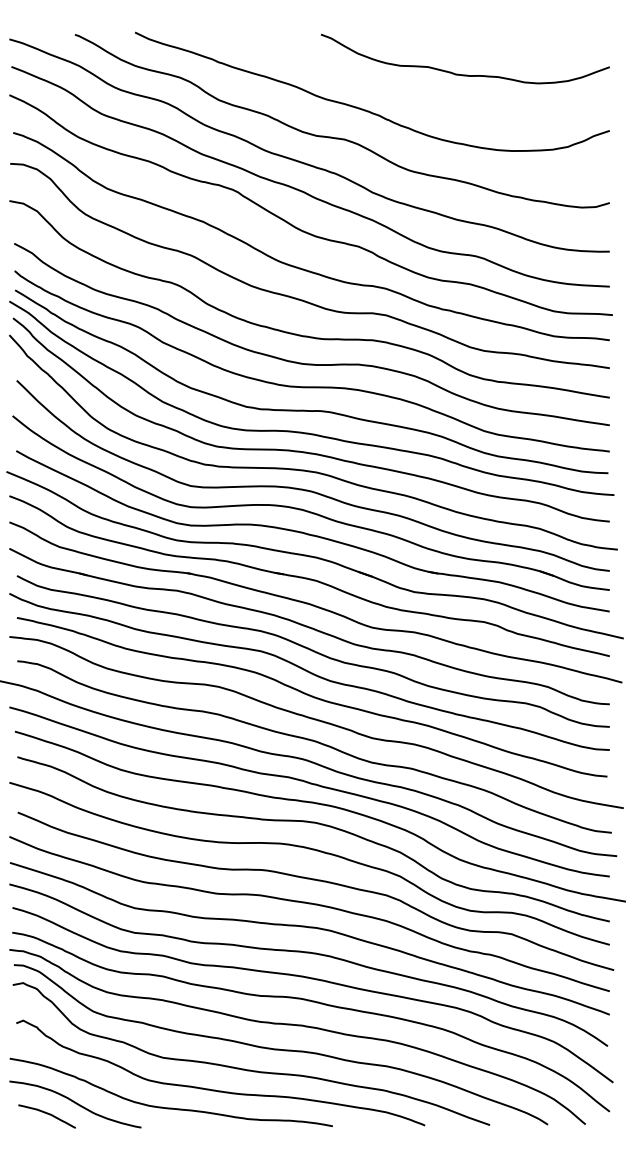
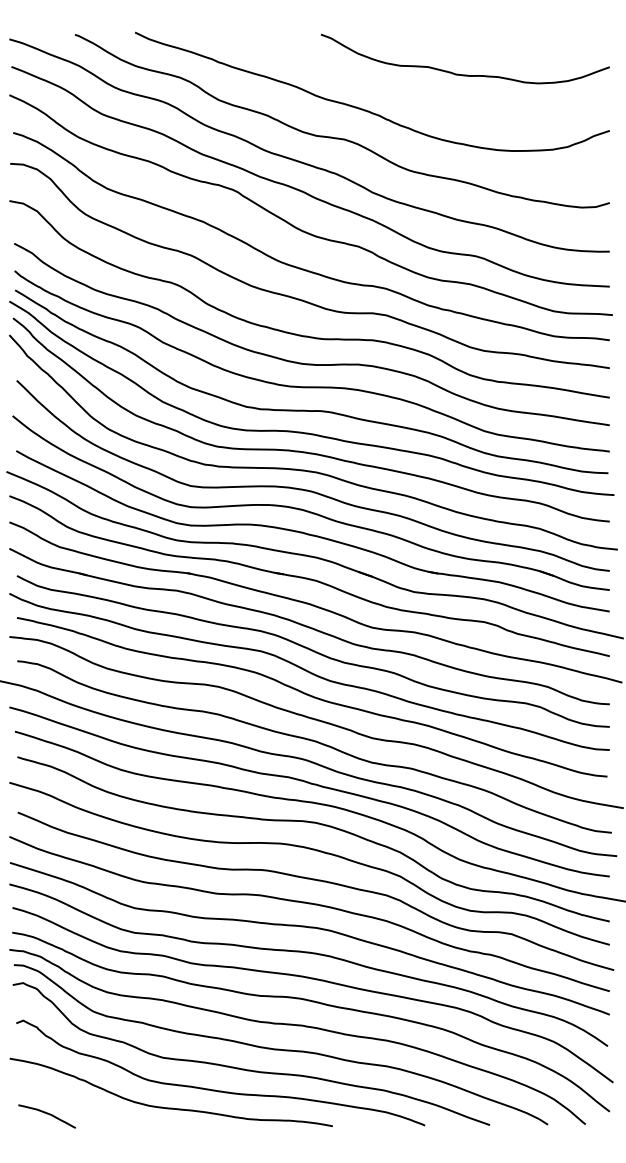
curve at (75, 1103): present -> none
